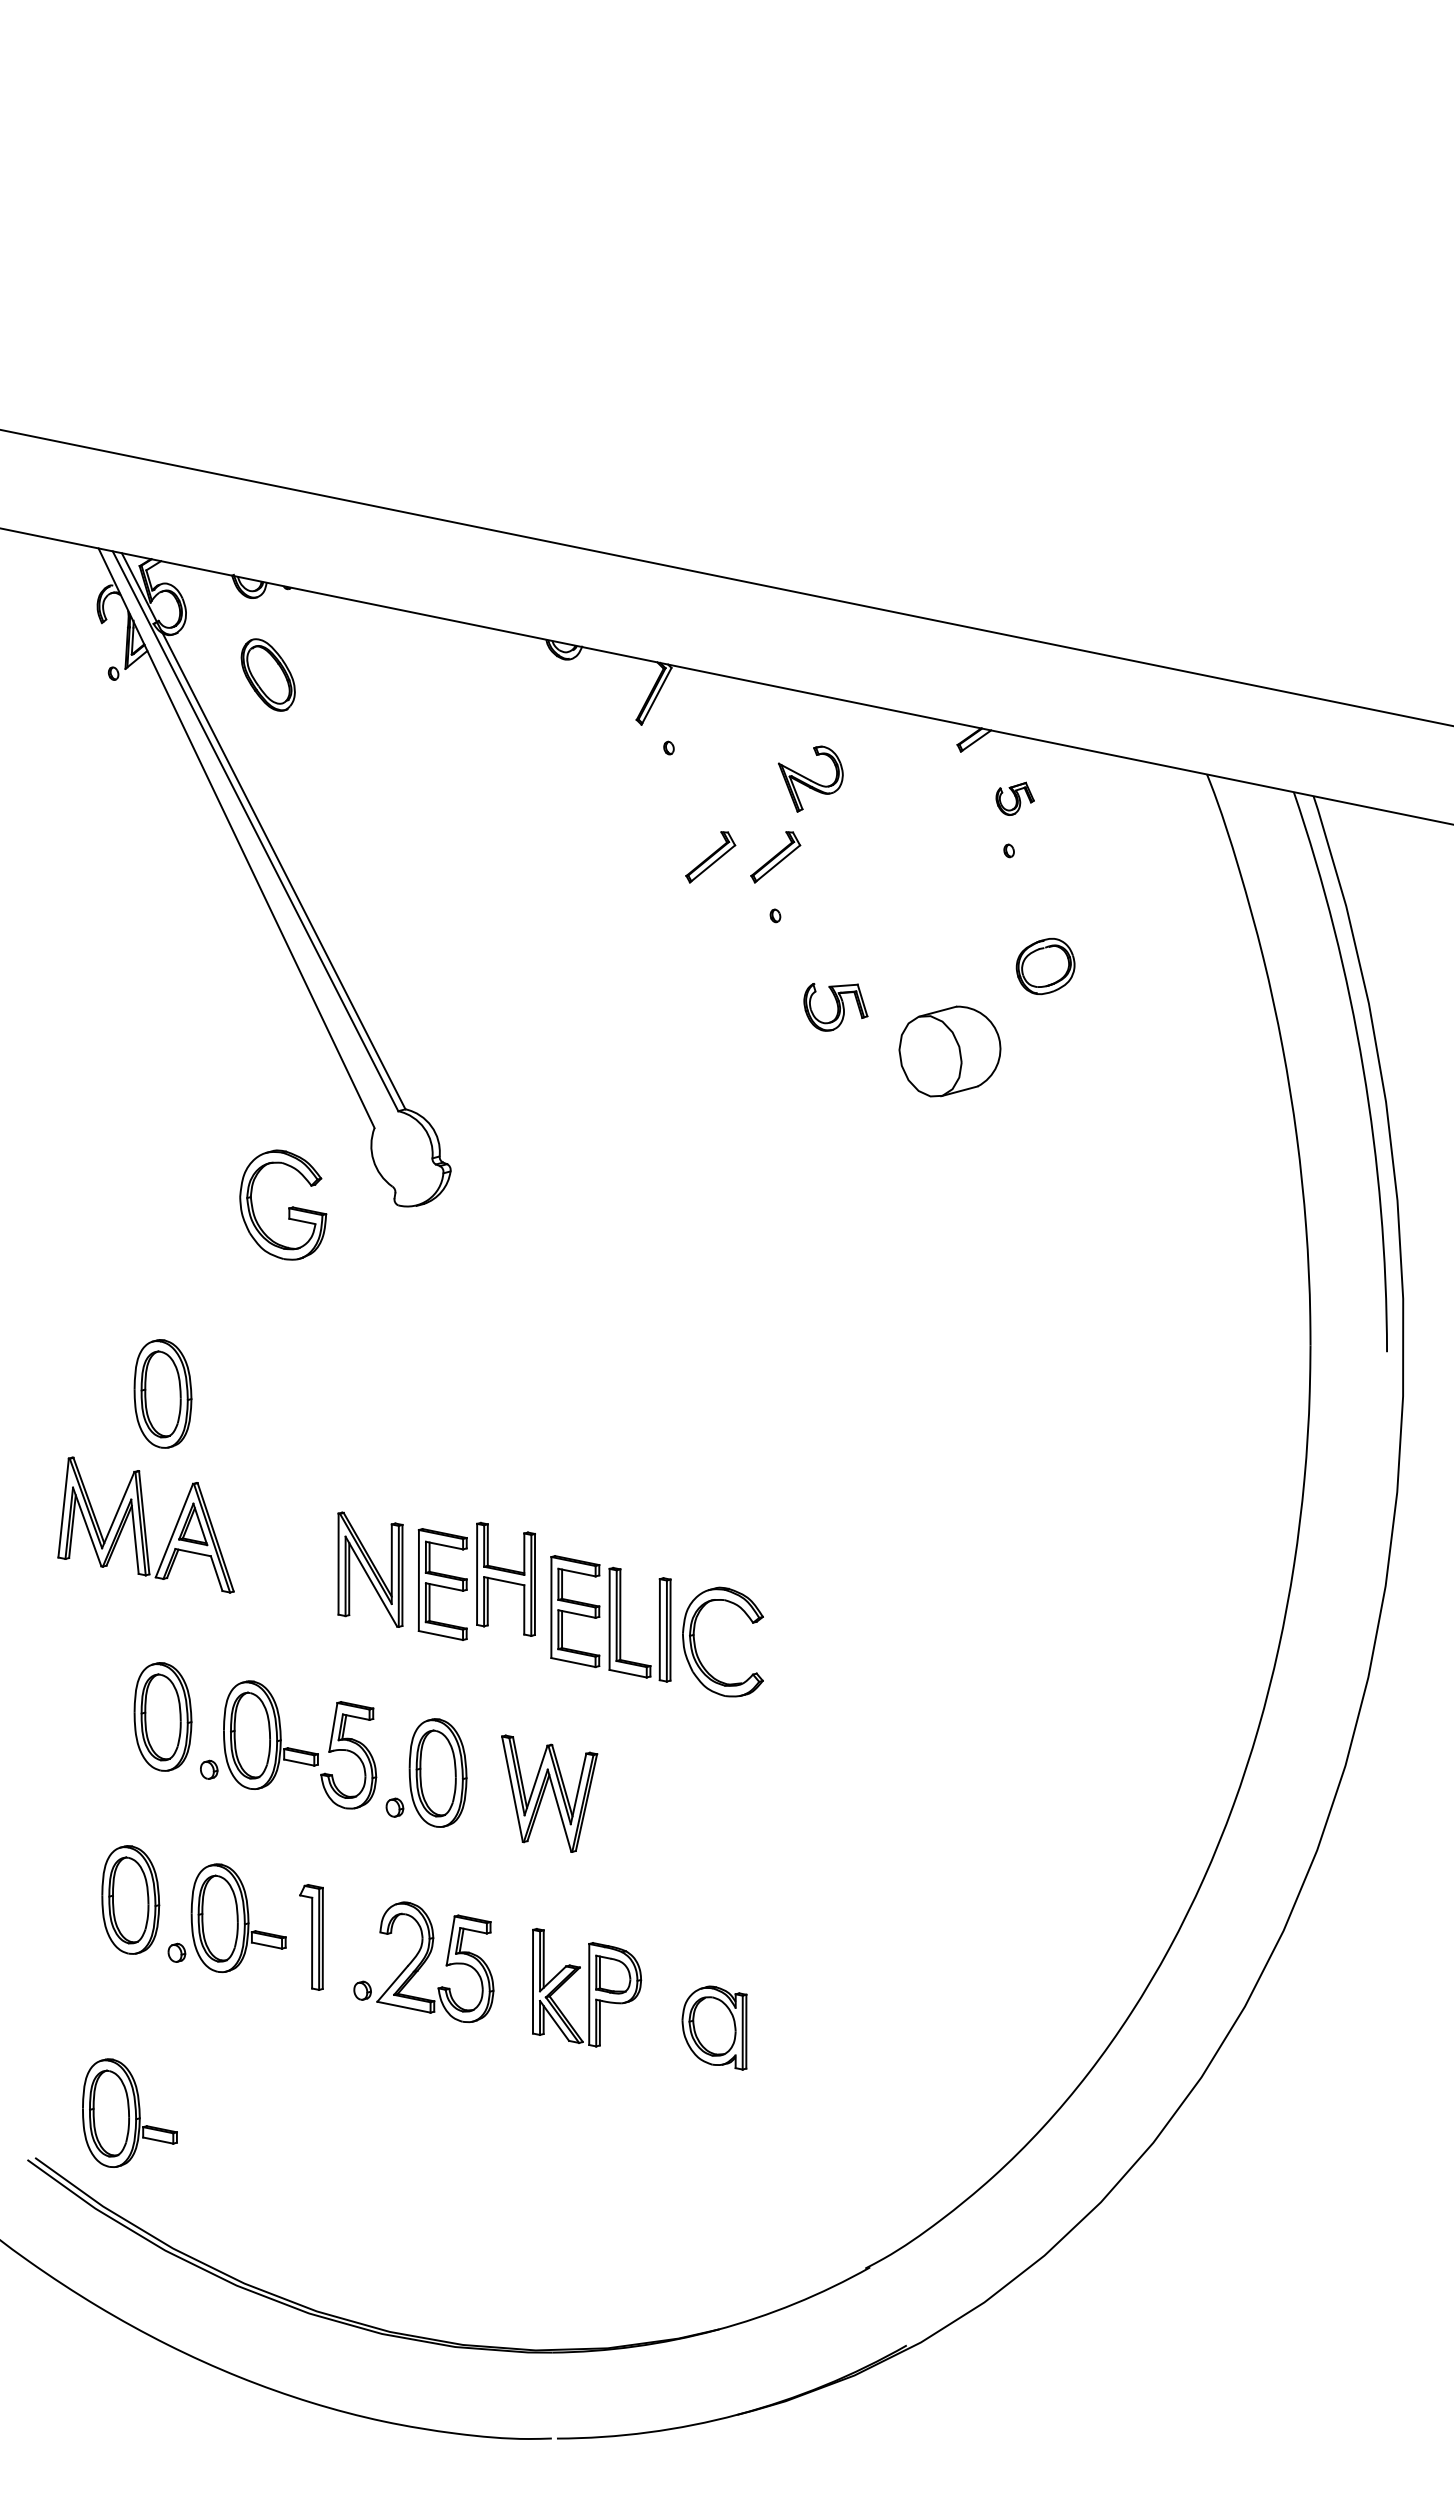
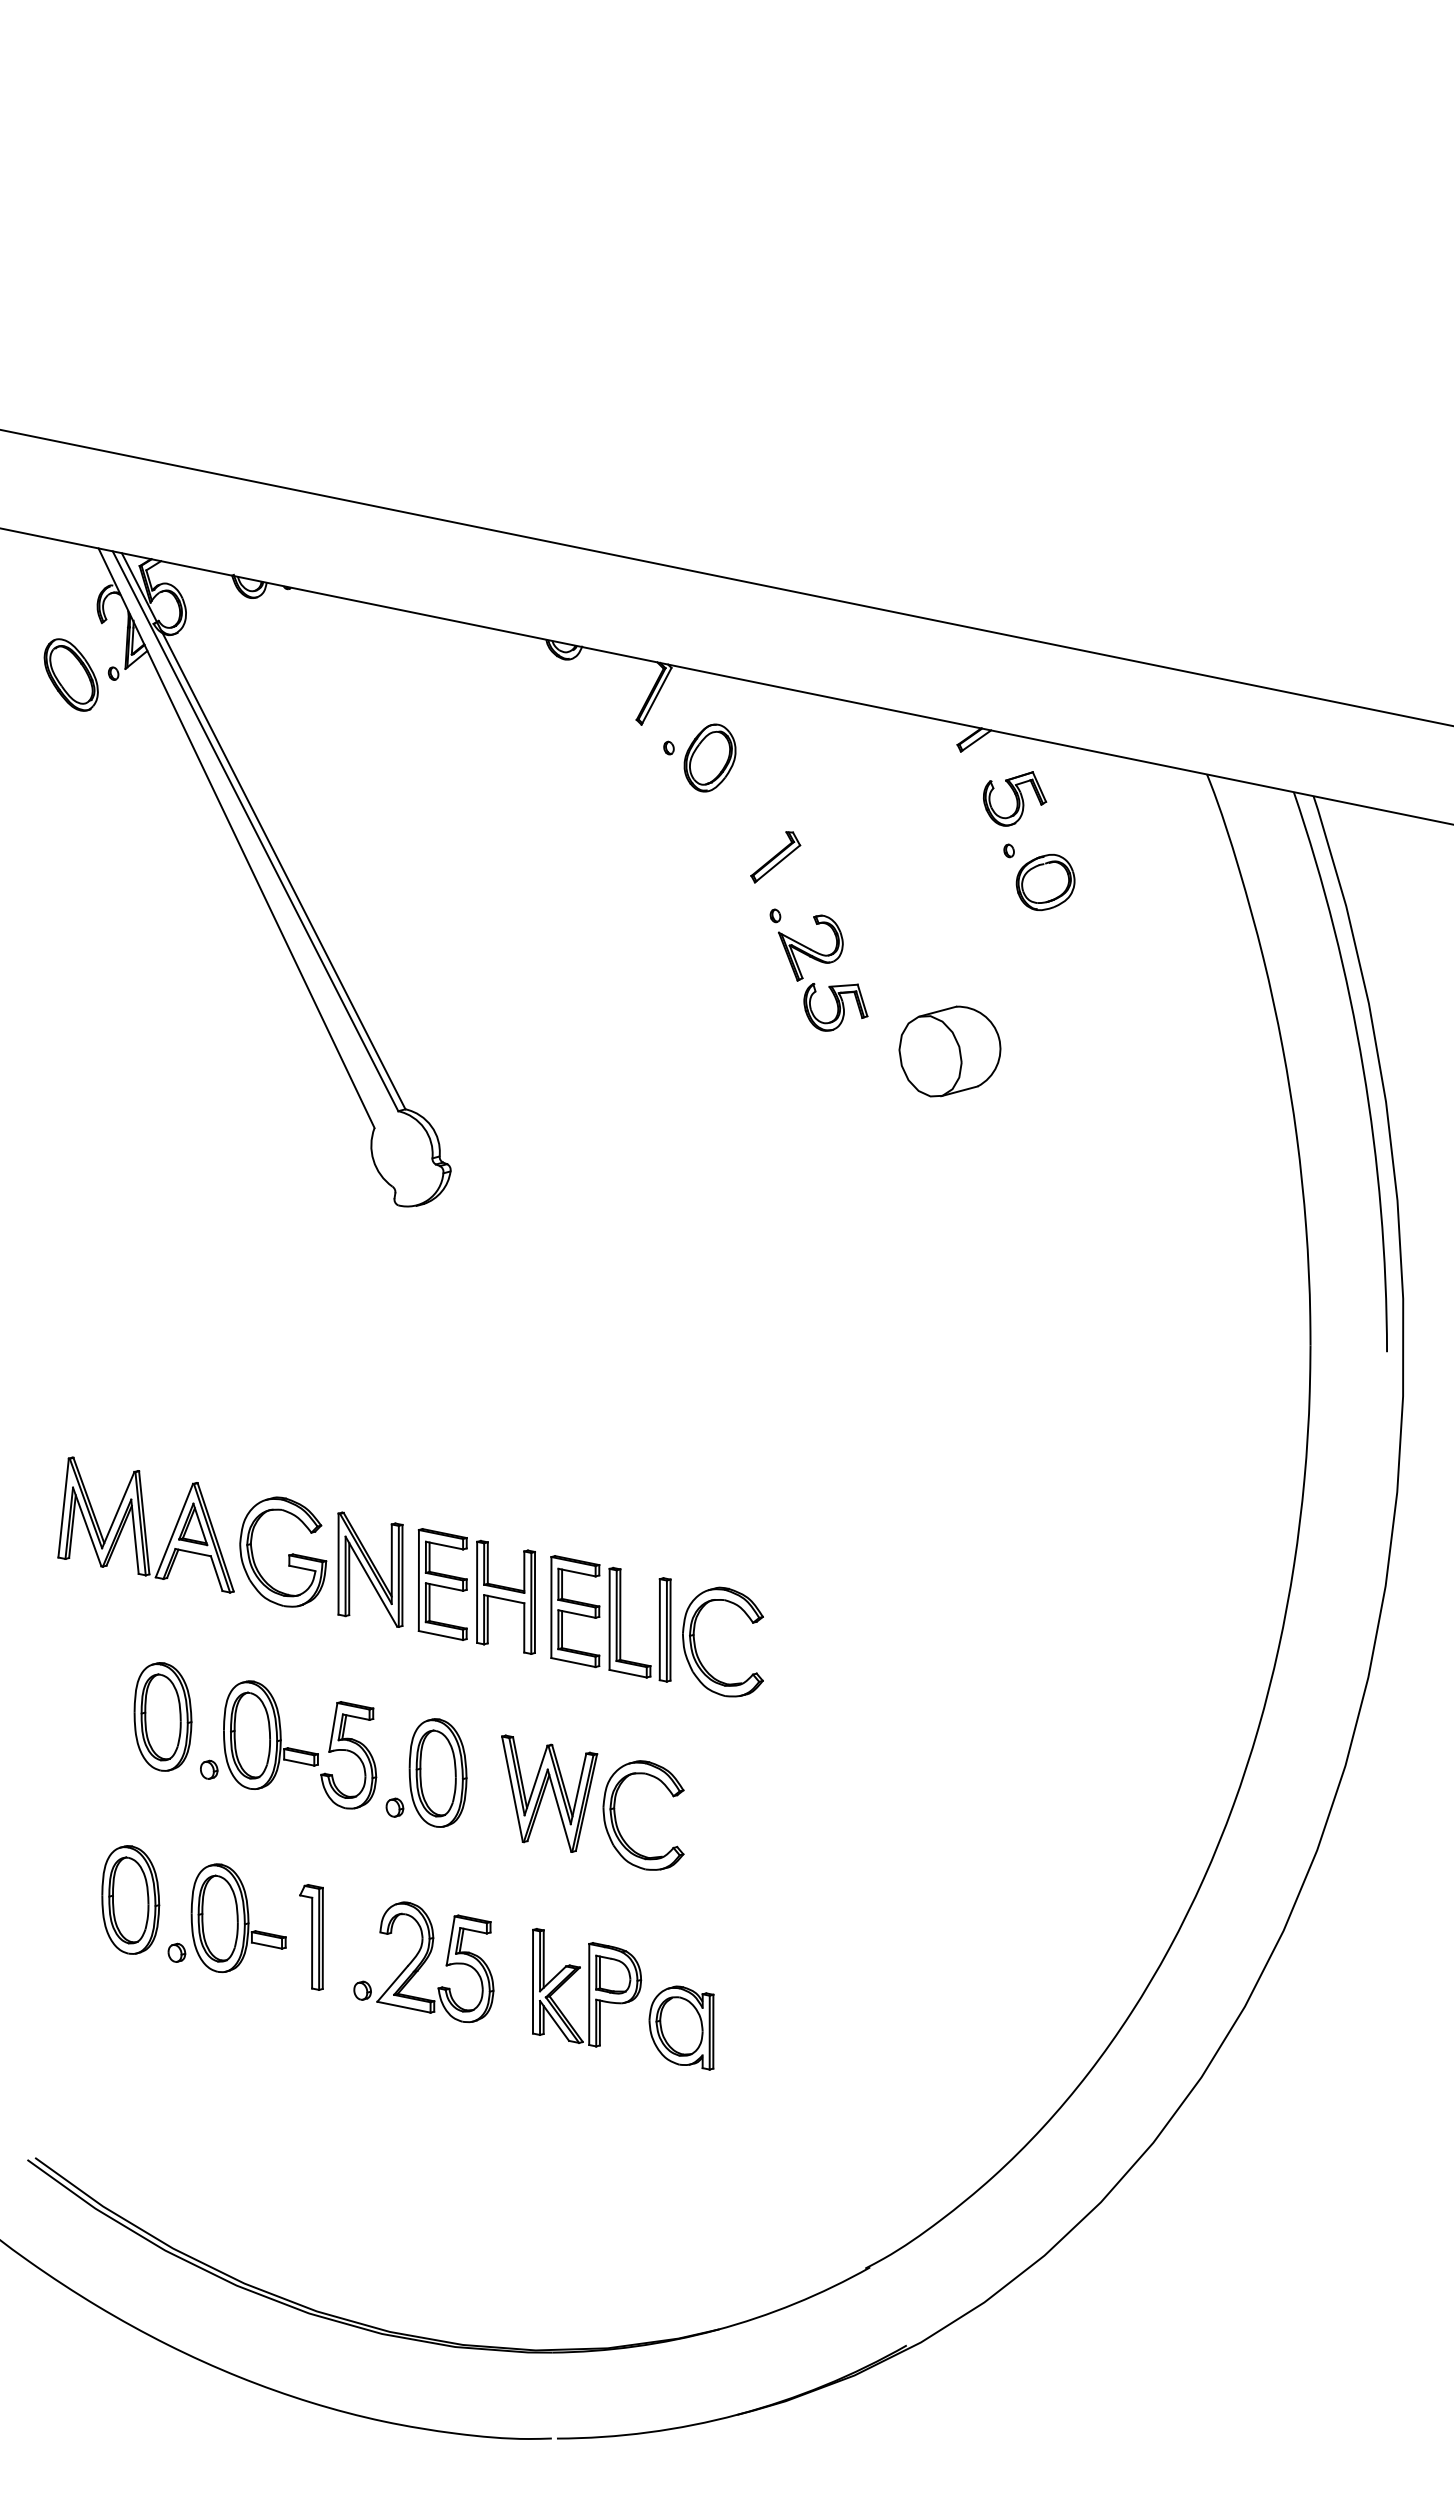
part at (267, 674) position: (267, 674) -> (70, 674)
part at (709, 757): none -> present
part at (810, 778) position: (810, 778) -> (810, 947)
part at (1014, 798) size: 40x35 px -> 65x56 px
part at (710, 857): present -> none
part at (1045, 966) position: (1045, 966) -> (1045, 882)
part at (283, 1204) position: (283, 1204) -> (283, 1551)
part at (162, 1393): present -> none
part at (505, 1578) position: (505, 1578) -> (505, 1596)
part at (616, 1817): none -> present
part at (714, 2027) position: (714, 2027) -> (681, 2027)
part at (129, 2112): present -> none
